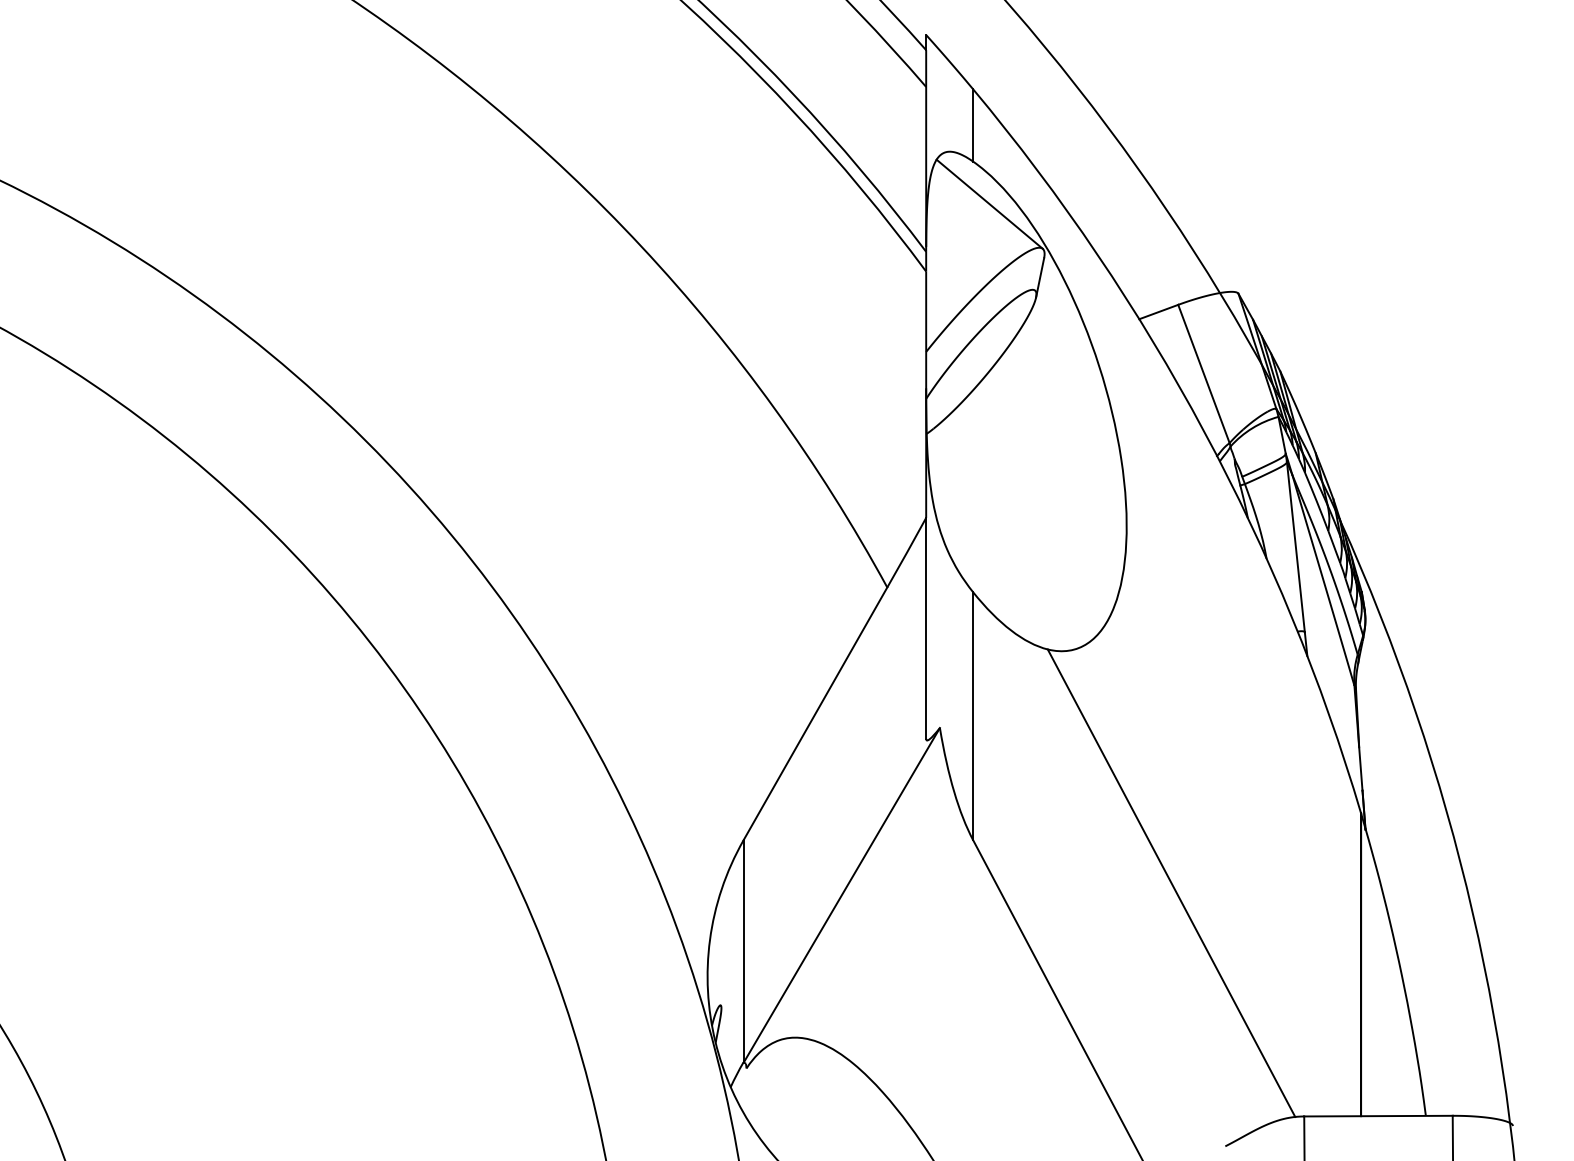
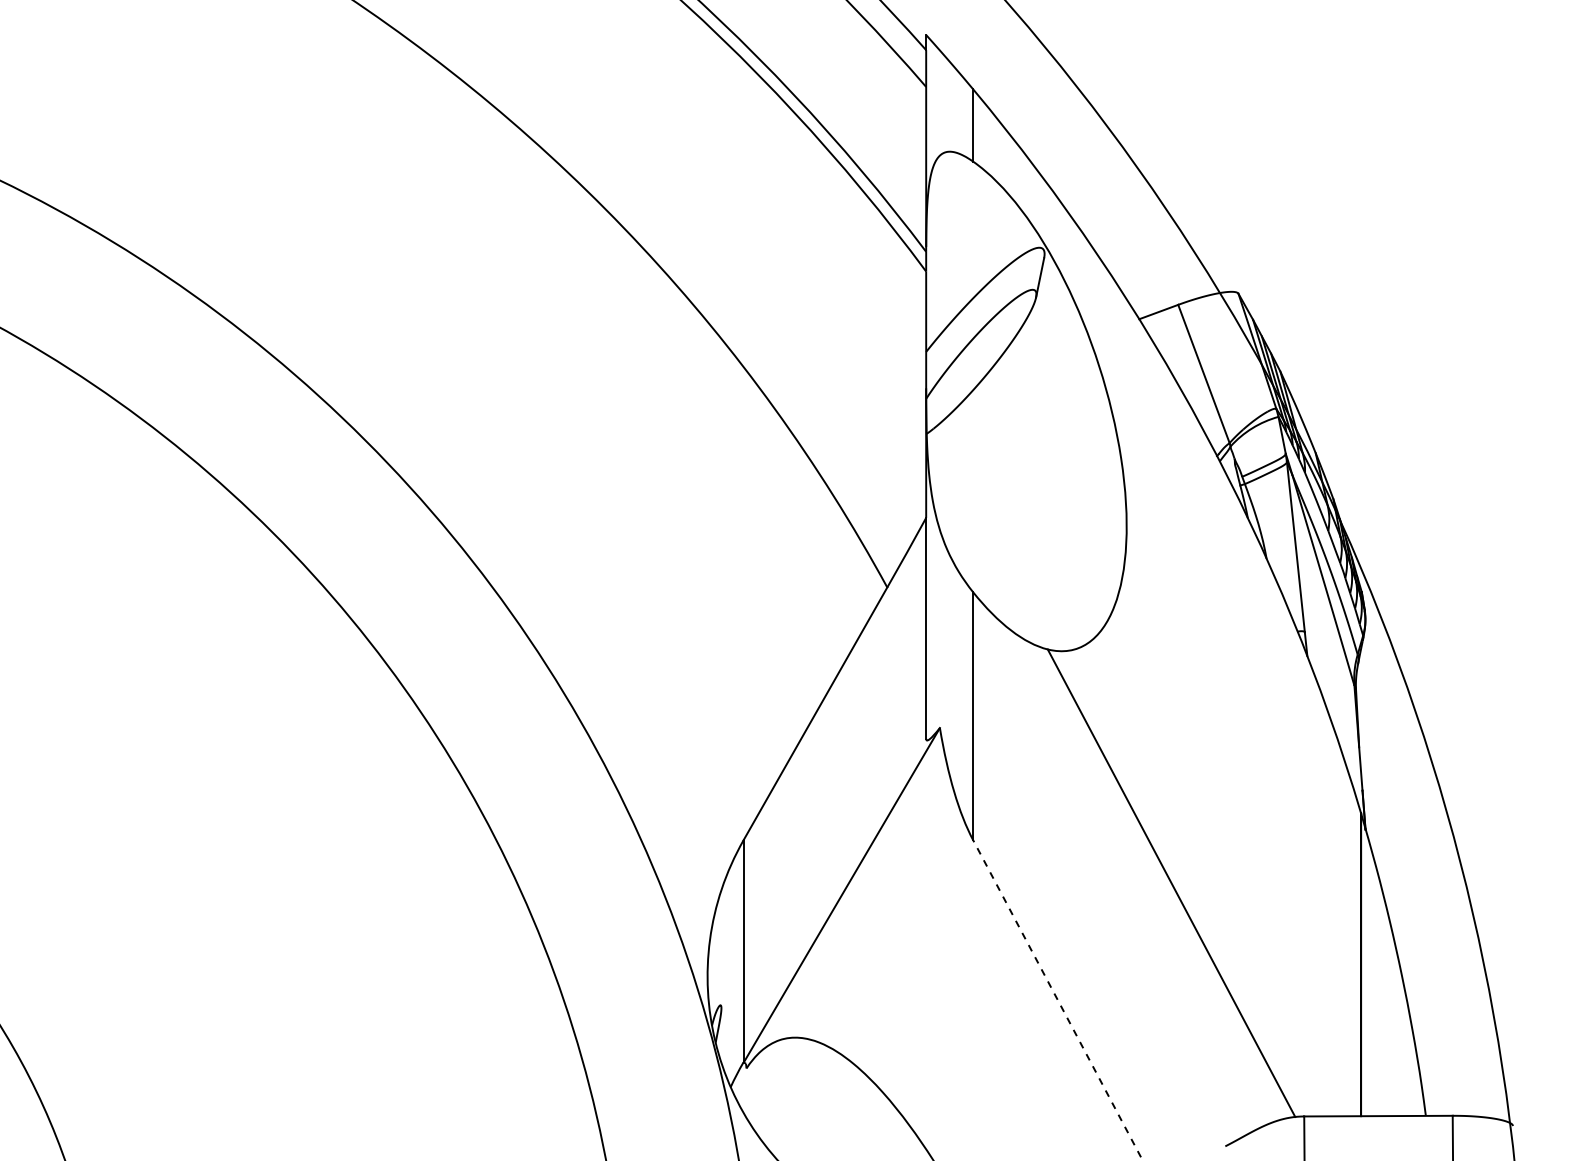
line at (989, 203): present -> none
line at (1057, 999): solid -> dashed
